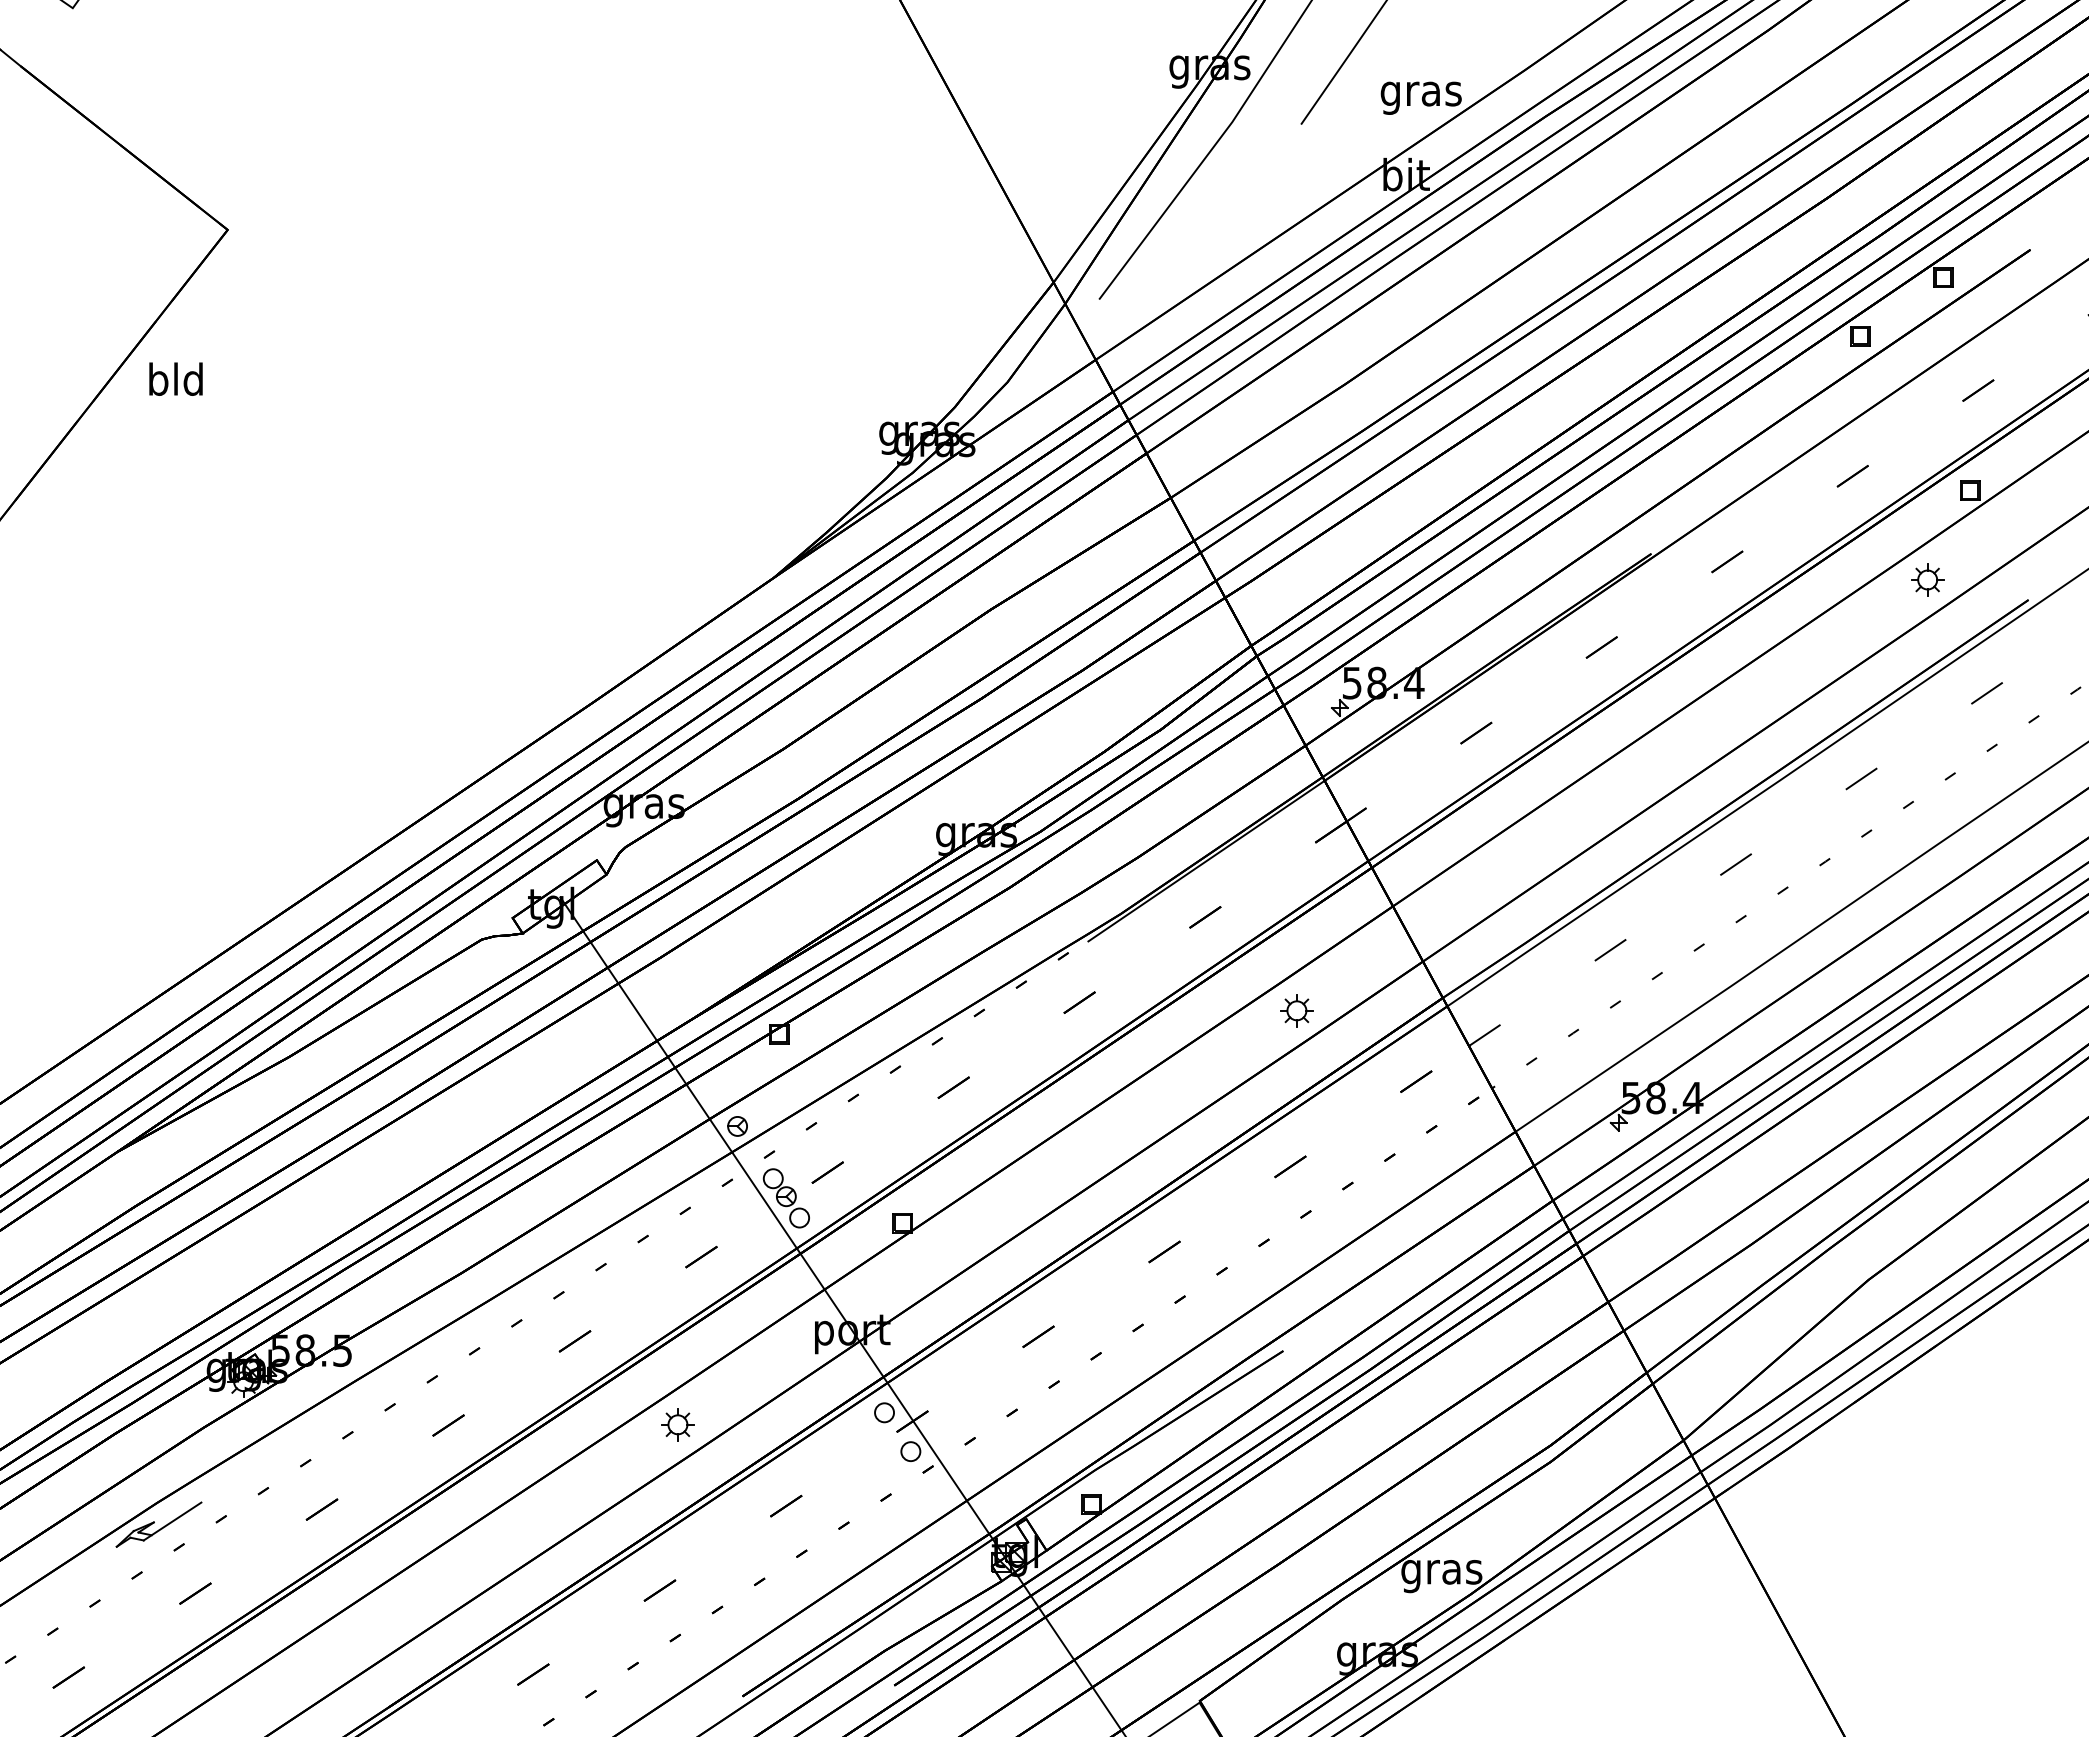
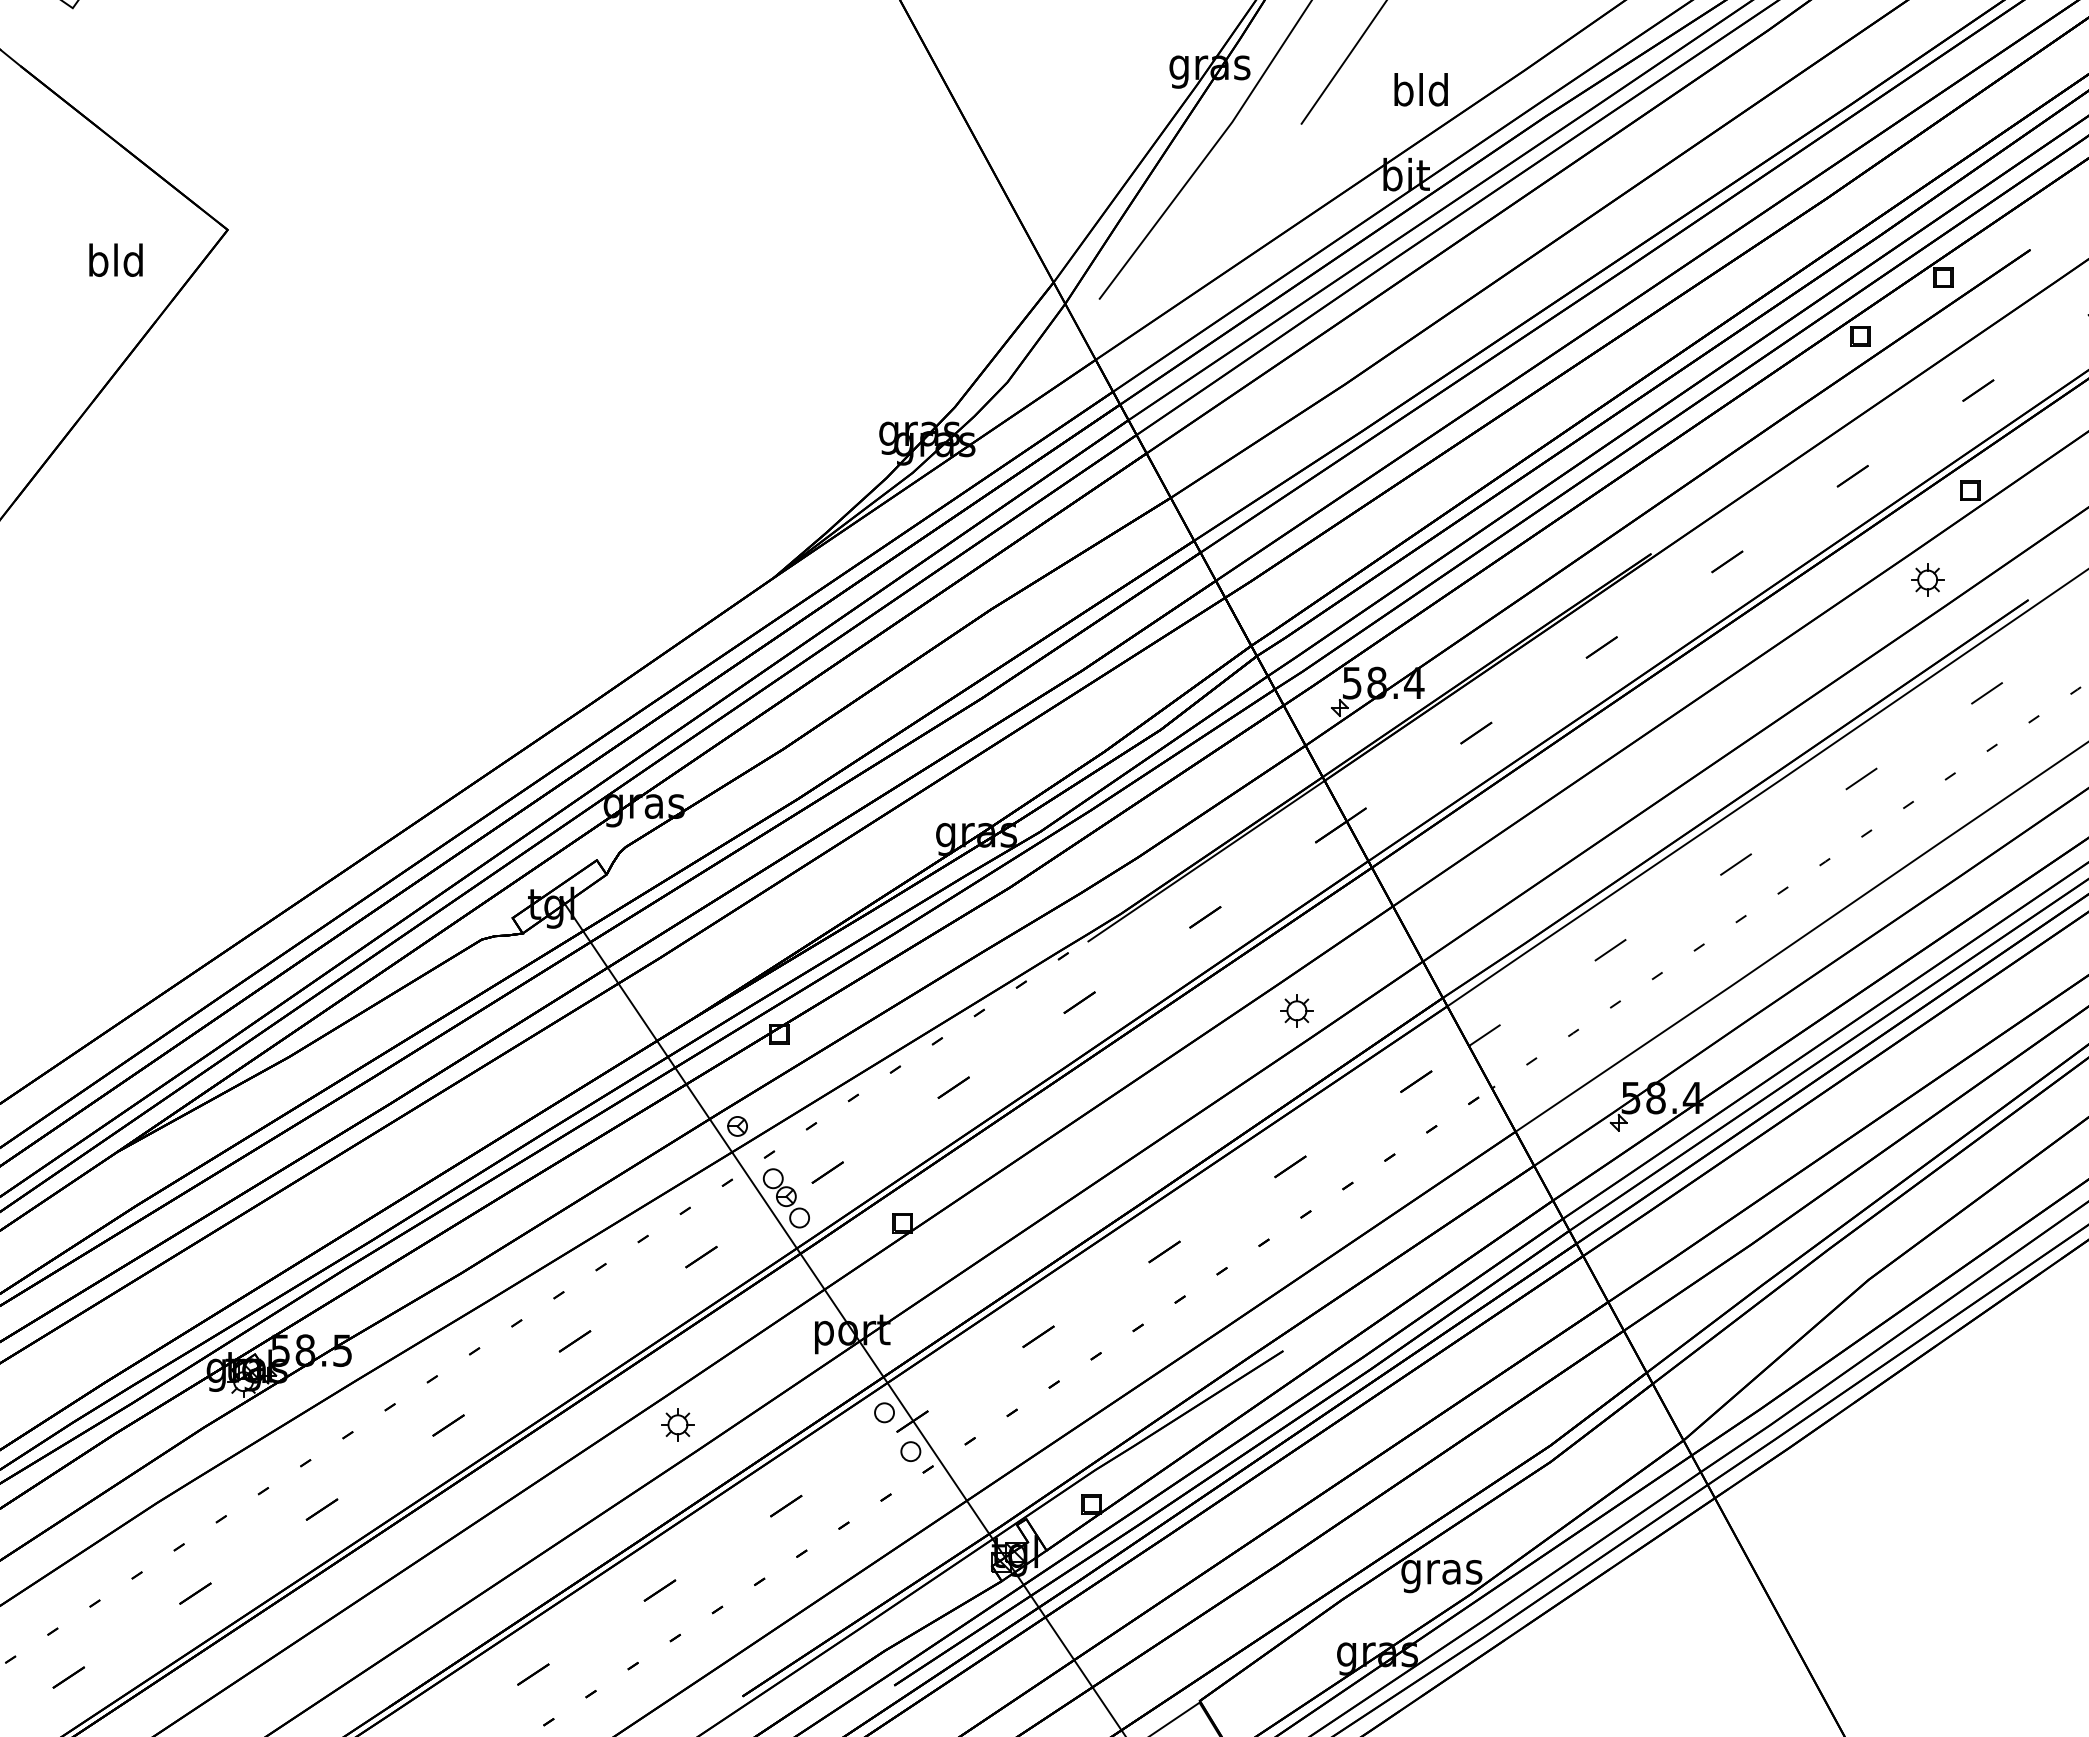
text at (1420, 93): gras -> bld
text at (175, 378) position: (175, 378) -> (115, 259)
part at (158, 1524): present -> none
